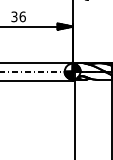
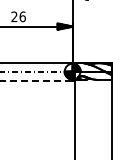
text at (14, 17): 36 -> 26
line at (36, 80): solid -> dashed
